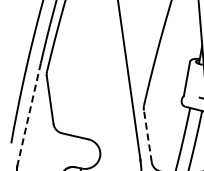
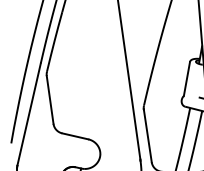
line at (29, 114): dashed -> solid
line at (147, 135): dashed -> solid
